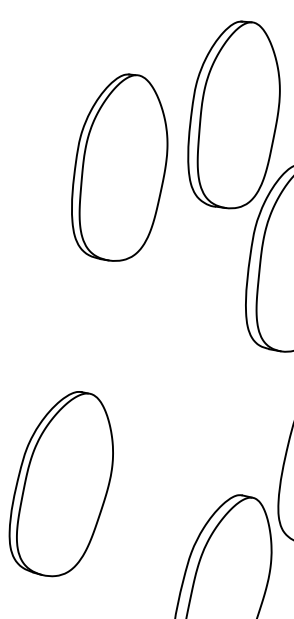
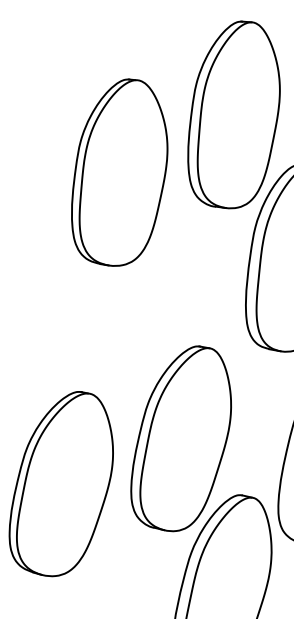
part at (119, 167) position: (119, 167) -> (119, 172)
part at (180, 438): none -> present
